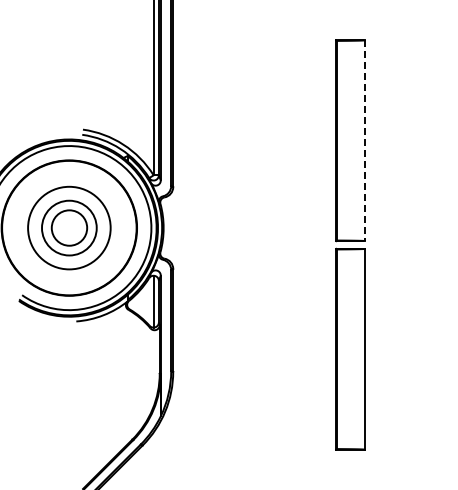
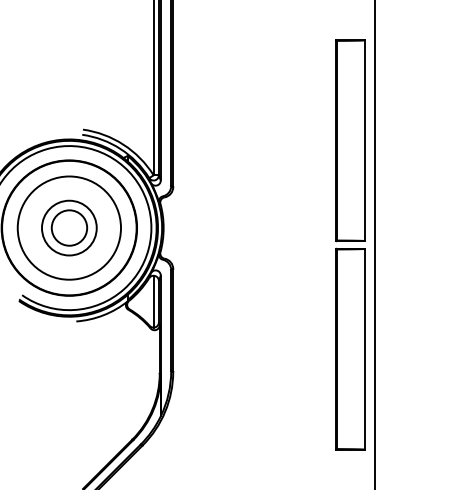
line at (364, 141): dashed -> solid
circle at (69, 227) diameter: 83 px -> 103 px
line at (374, 244): none -> present
